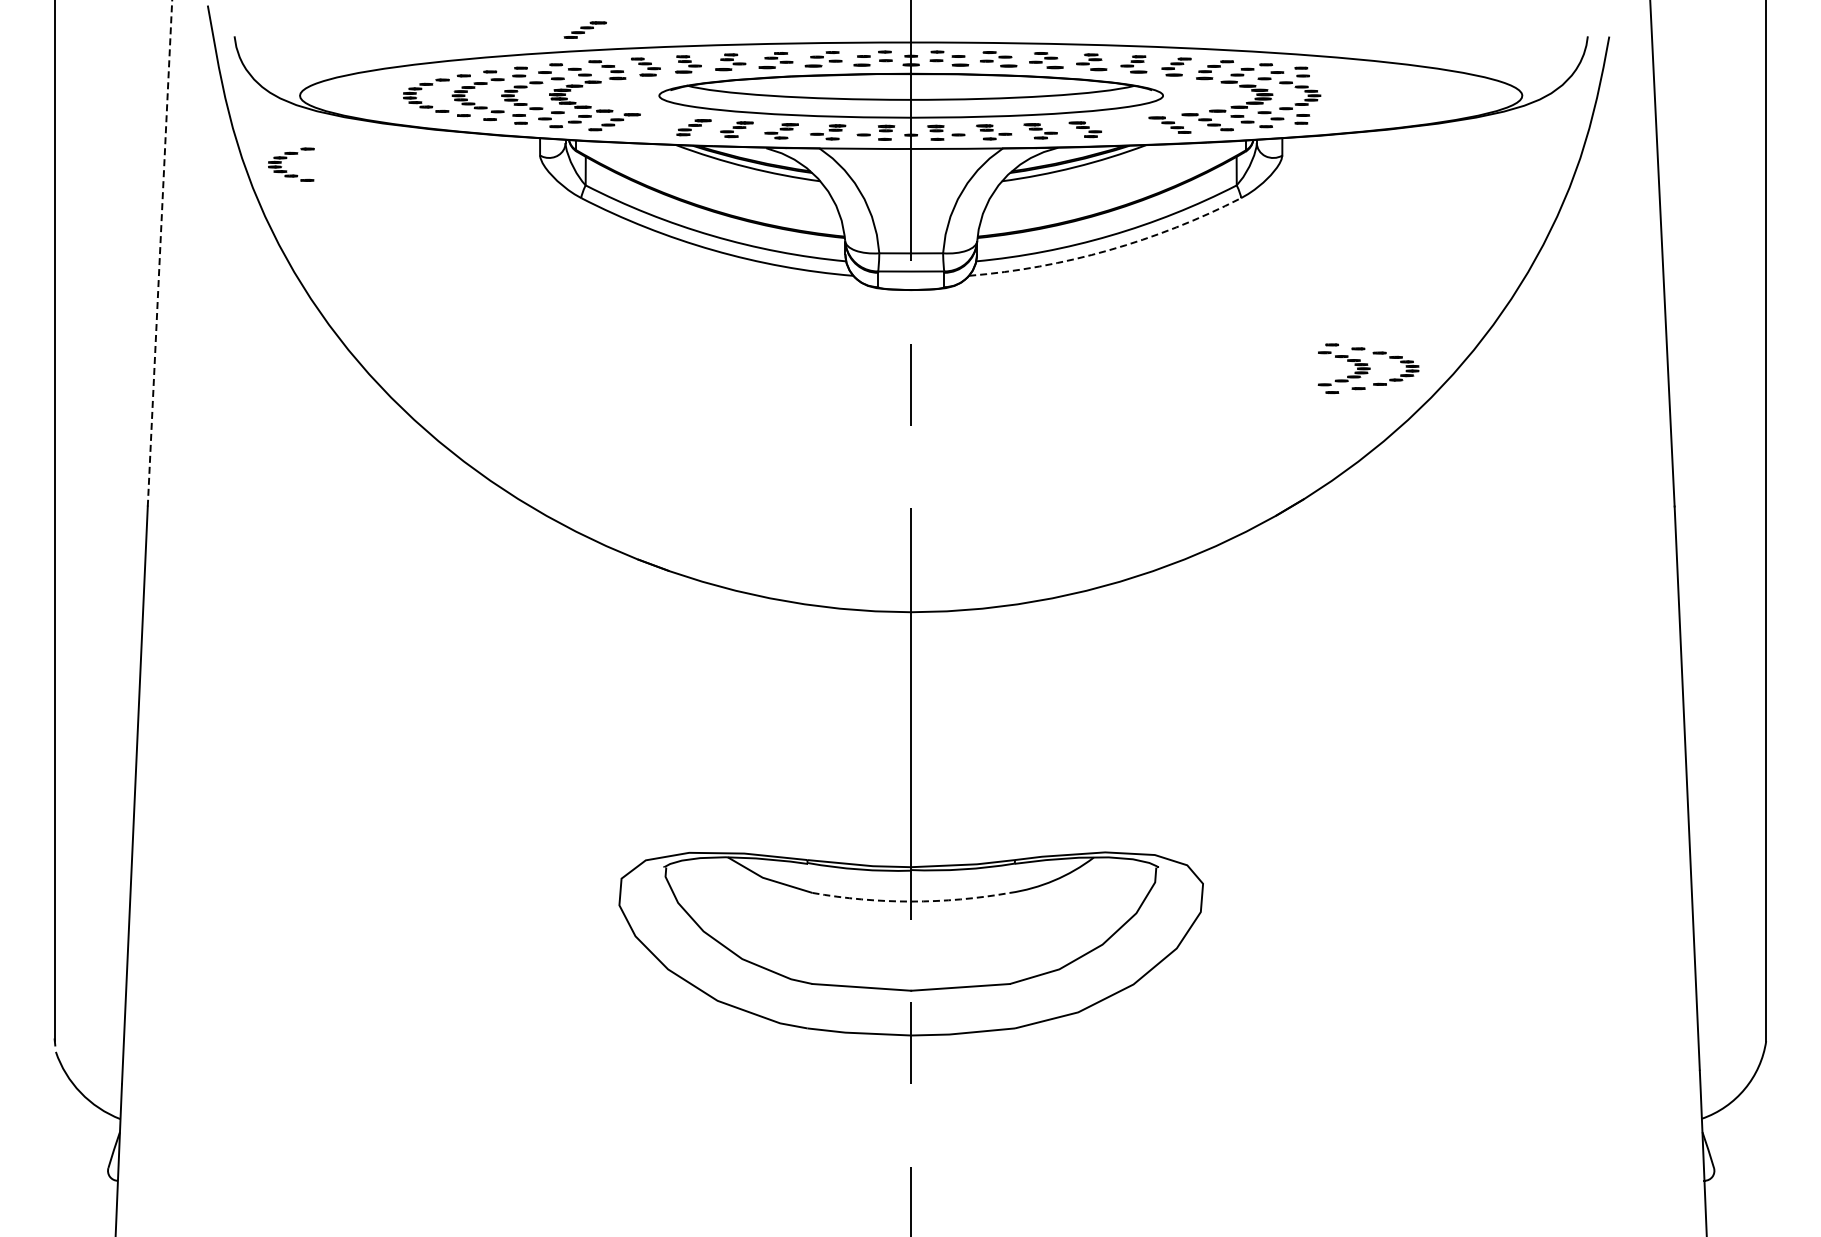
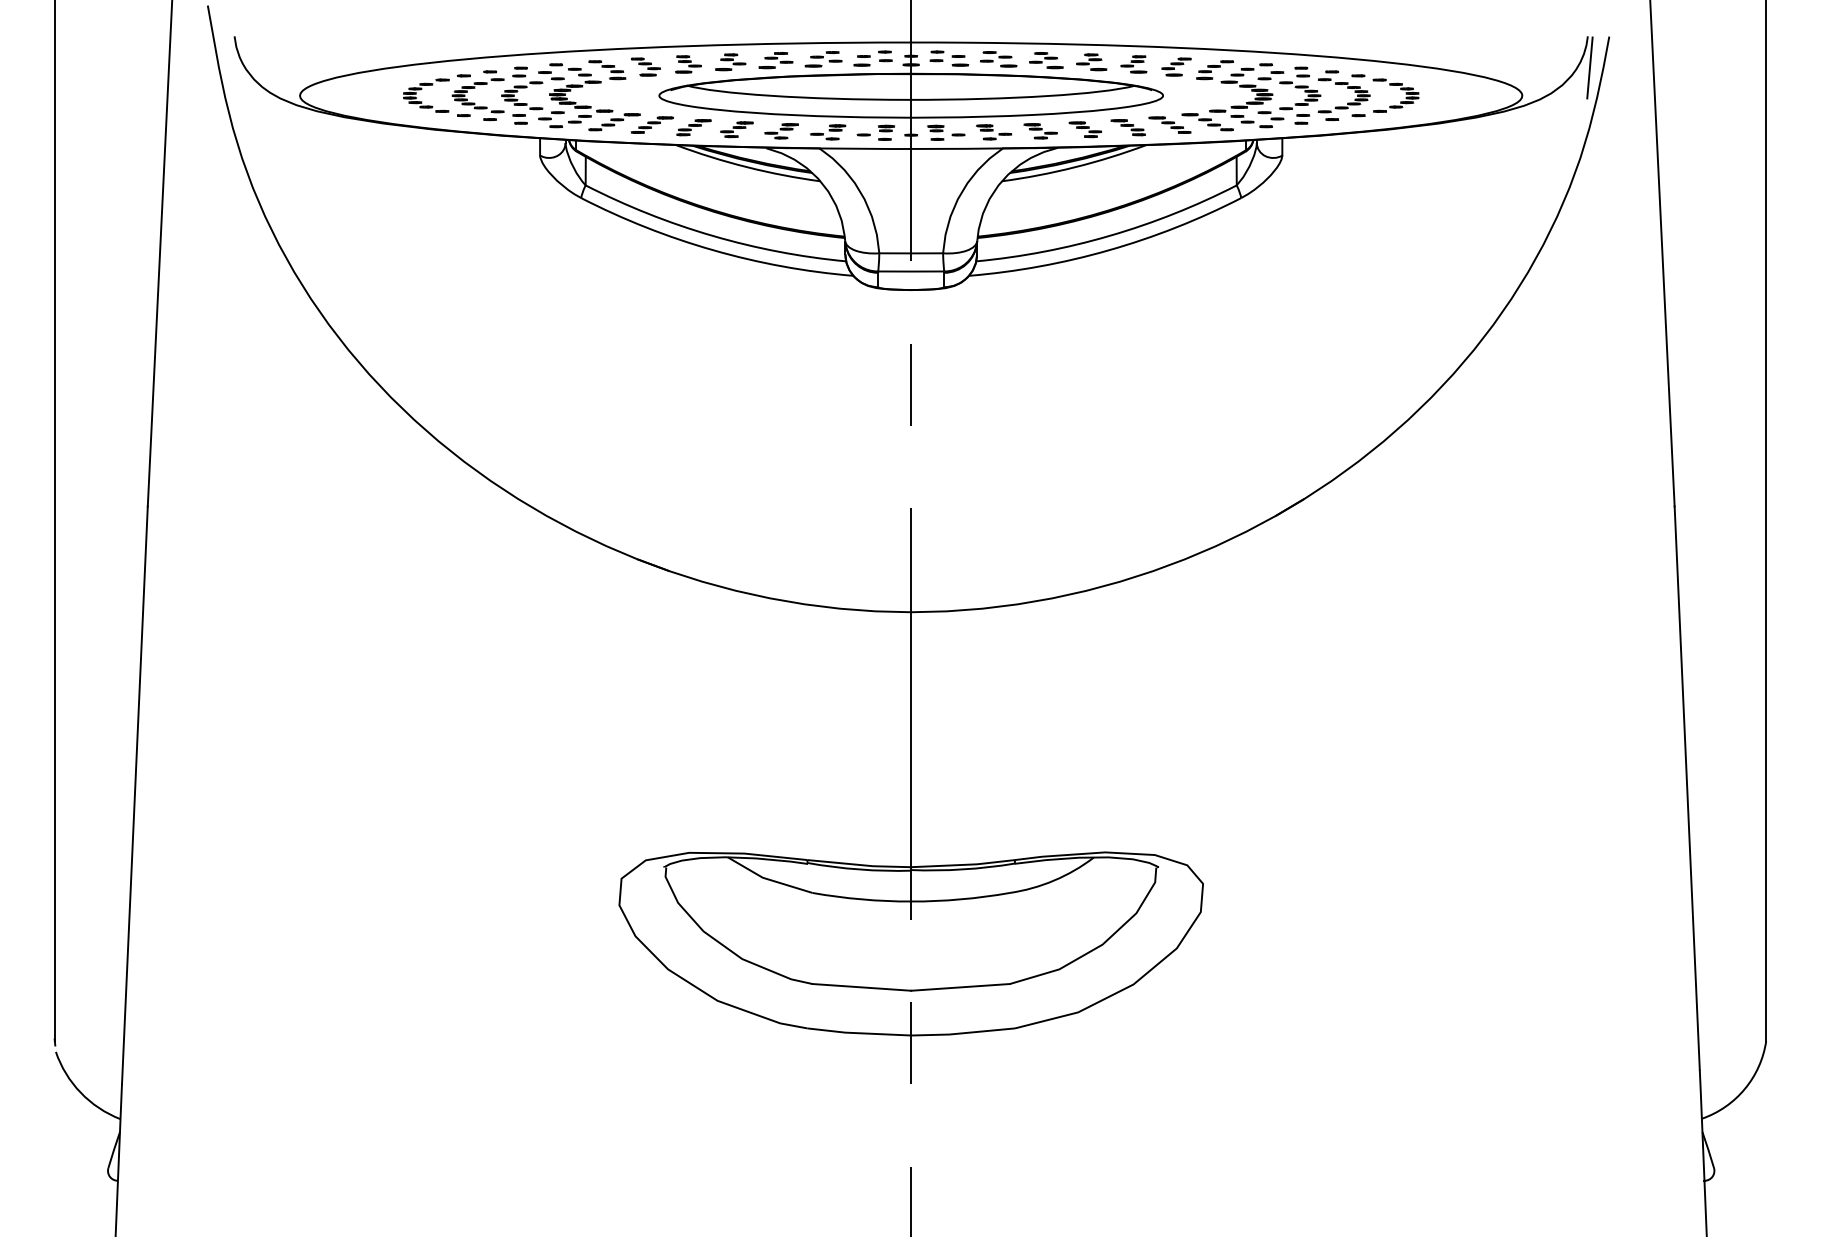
part at (584, 29) position: (584, 29) -> (651, 124)
line at (1589, 67): none -> present
part at (1127, 127): none -> present
part at (287, 158): present -> none
arc at (1108, 250): dashed -> solid
line at (159, 253): dashed -> solid
part at (1368, 368) position: (1368, 368) -> (1368, 95)
arc at (911, 901): dashed -> solid
